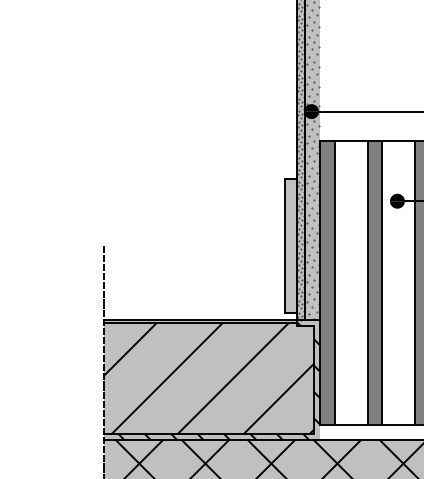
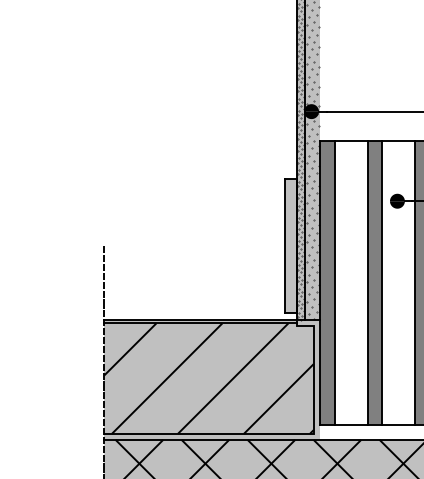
hatch at (218, 380): present -> none
